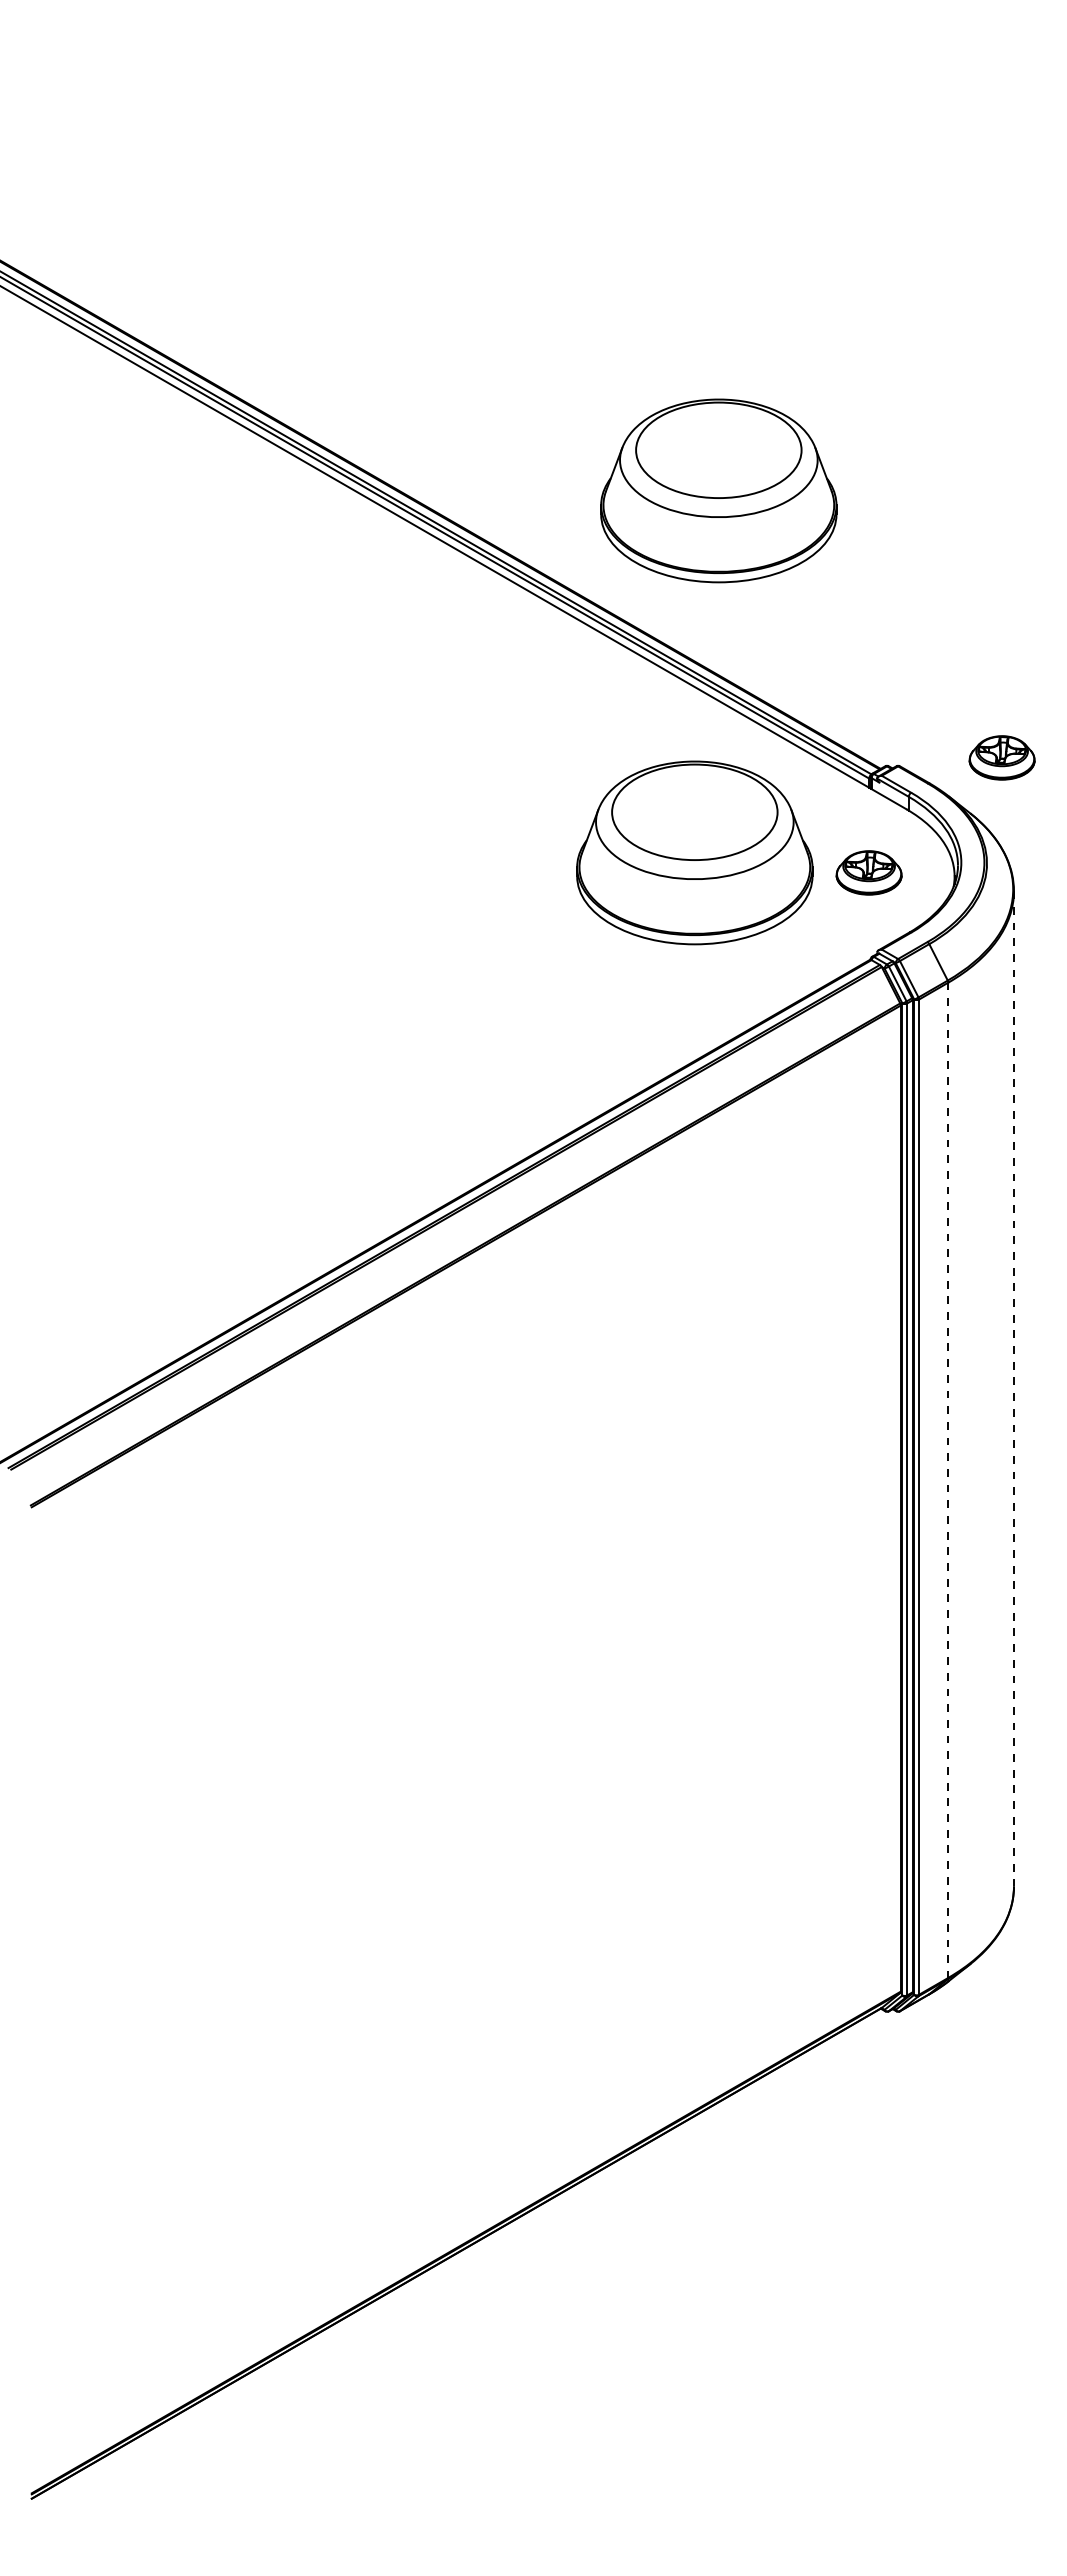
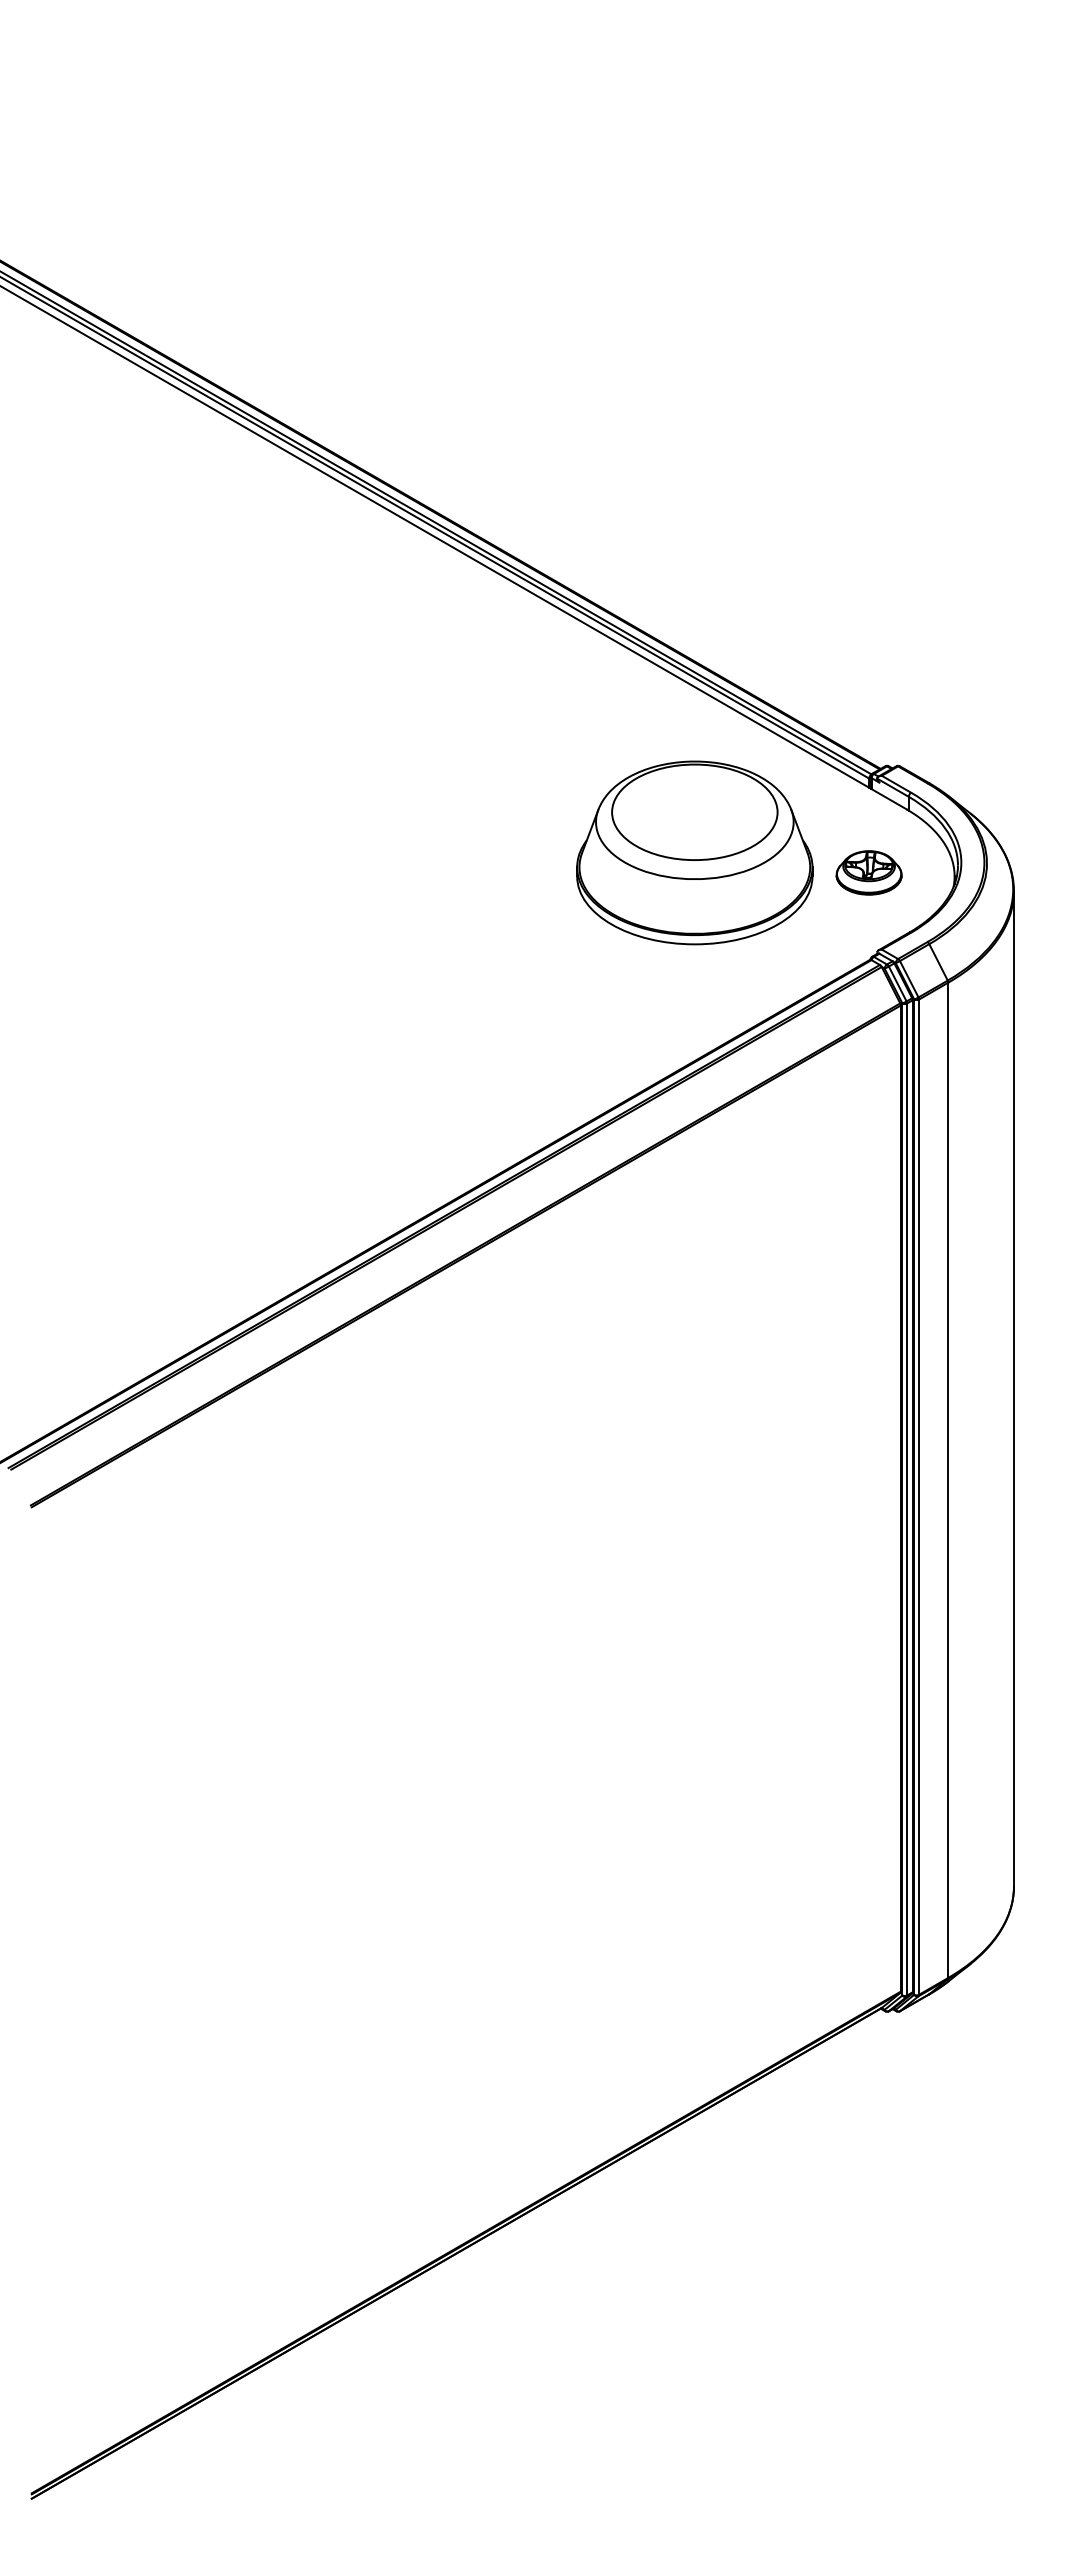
part at (718, 490): present -> none
part at (1001, 757): present -> none
line at (1013, 1388): dashed -> solid
line at (948, 1480): dashed -> solid
